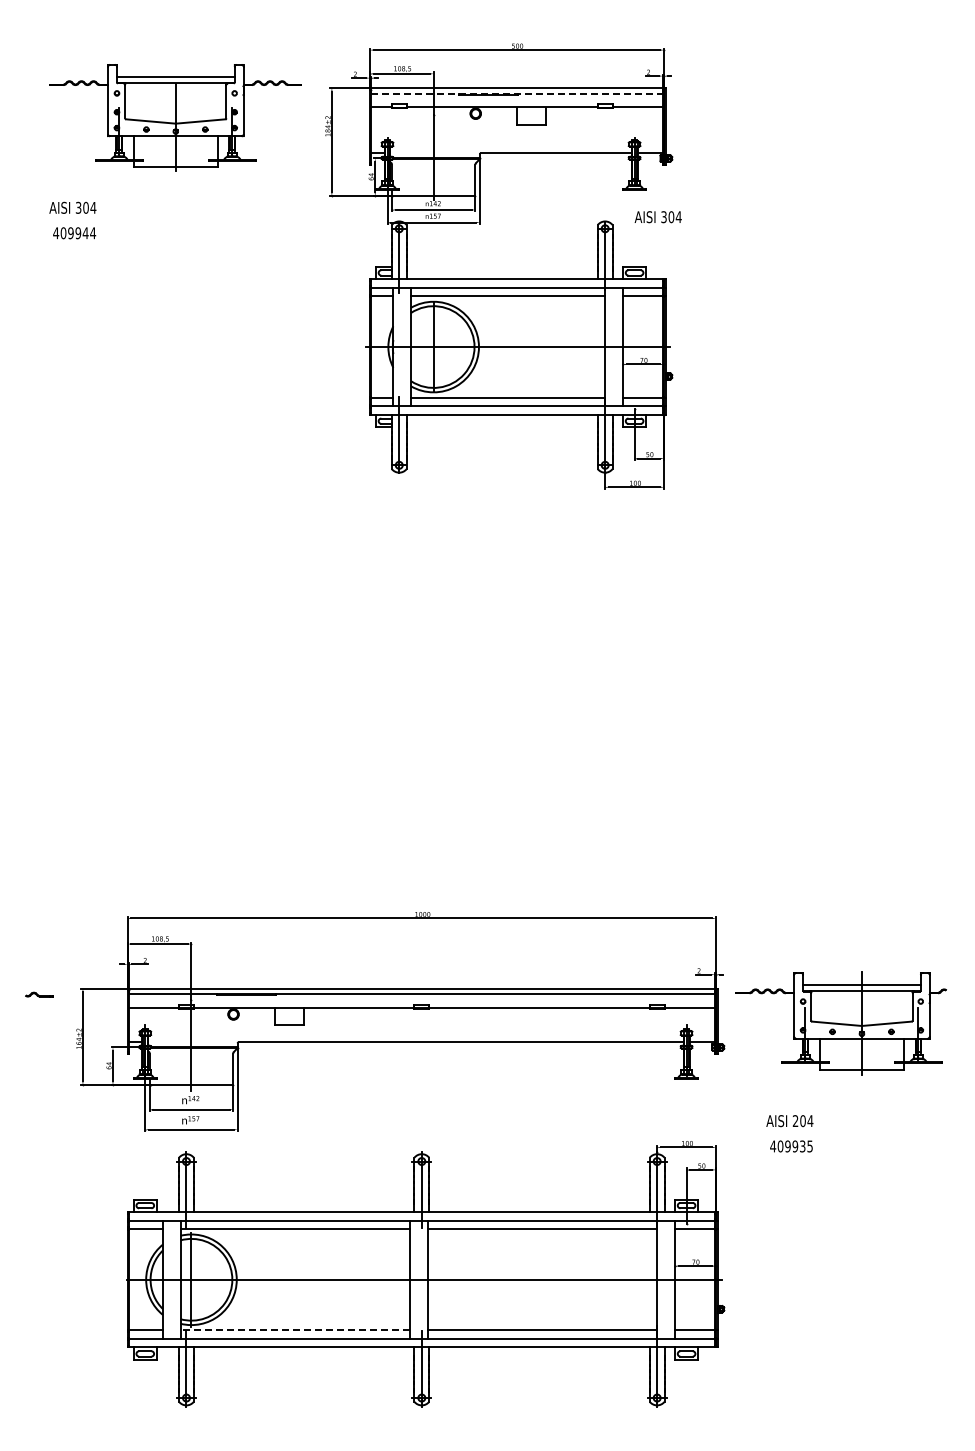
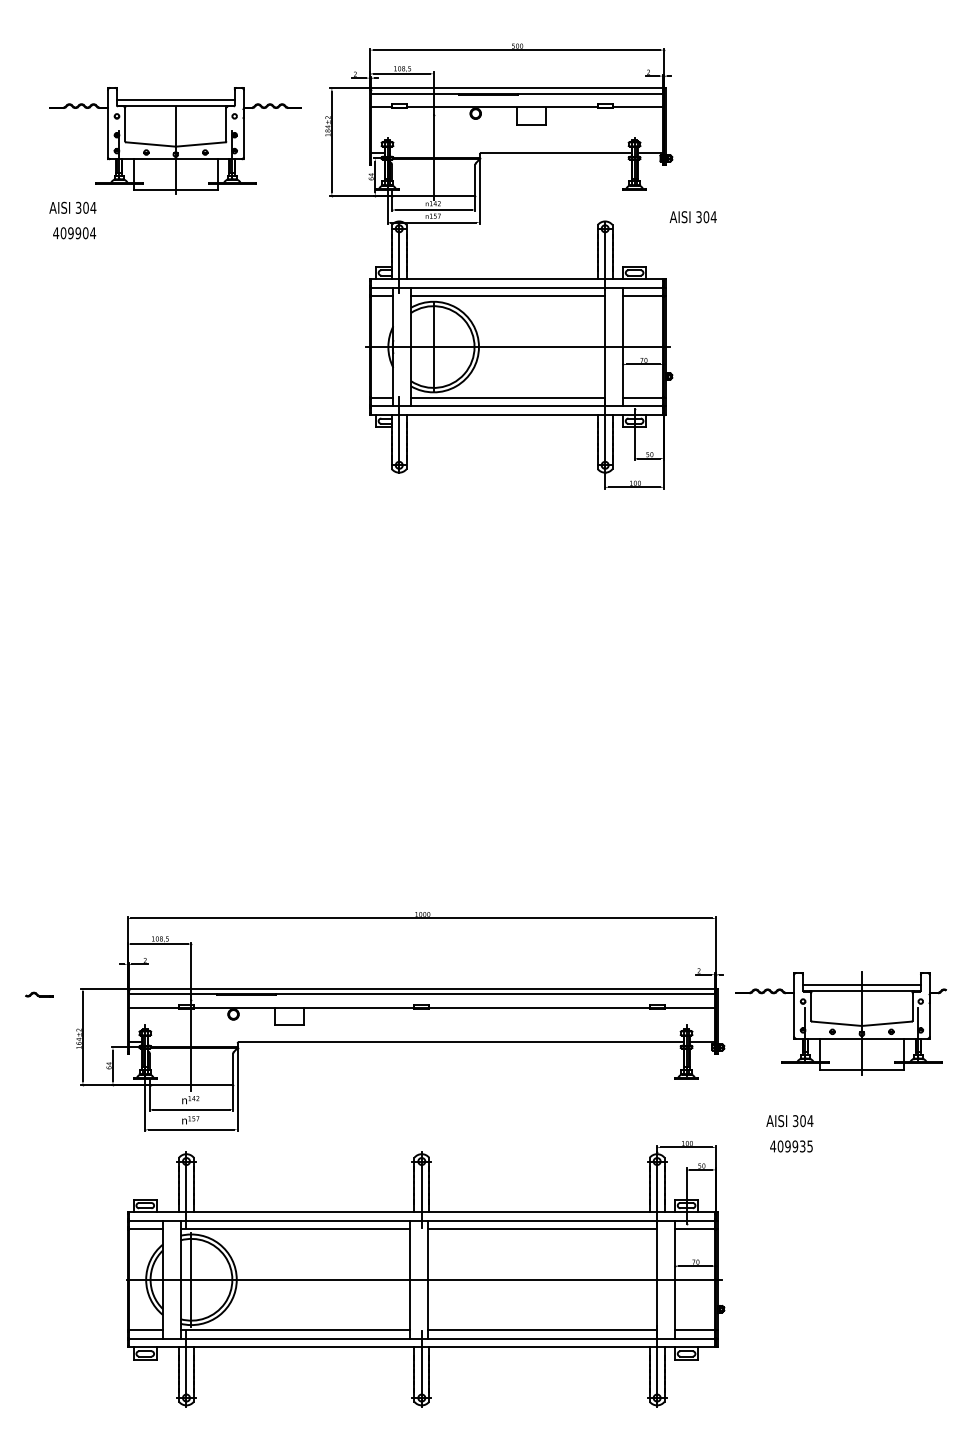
line at (516, 93): dashed -> solid
part at (175, 117) position: (175, 117) -> (175, 140)
text at (657, 217) position: (657, 217) -> (692, 217)
text at (85, 233): 409944 -> 409904
text at (795, 1121): 204 -> 304
line at (295, 1330): dashed -> solid
